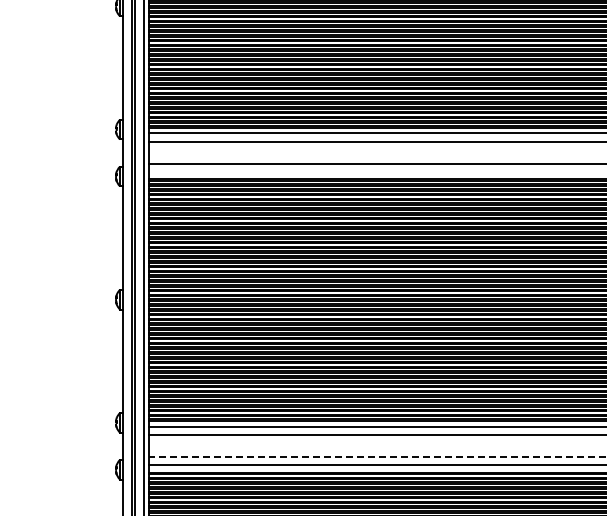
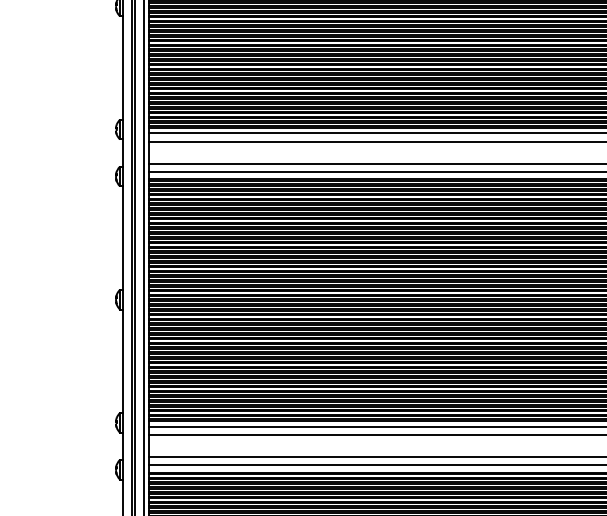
line at (375, 172): none -> present
line at (377, 456): dashed -> solid
